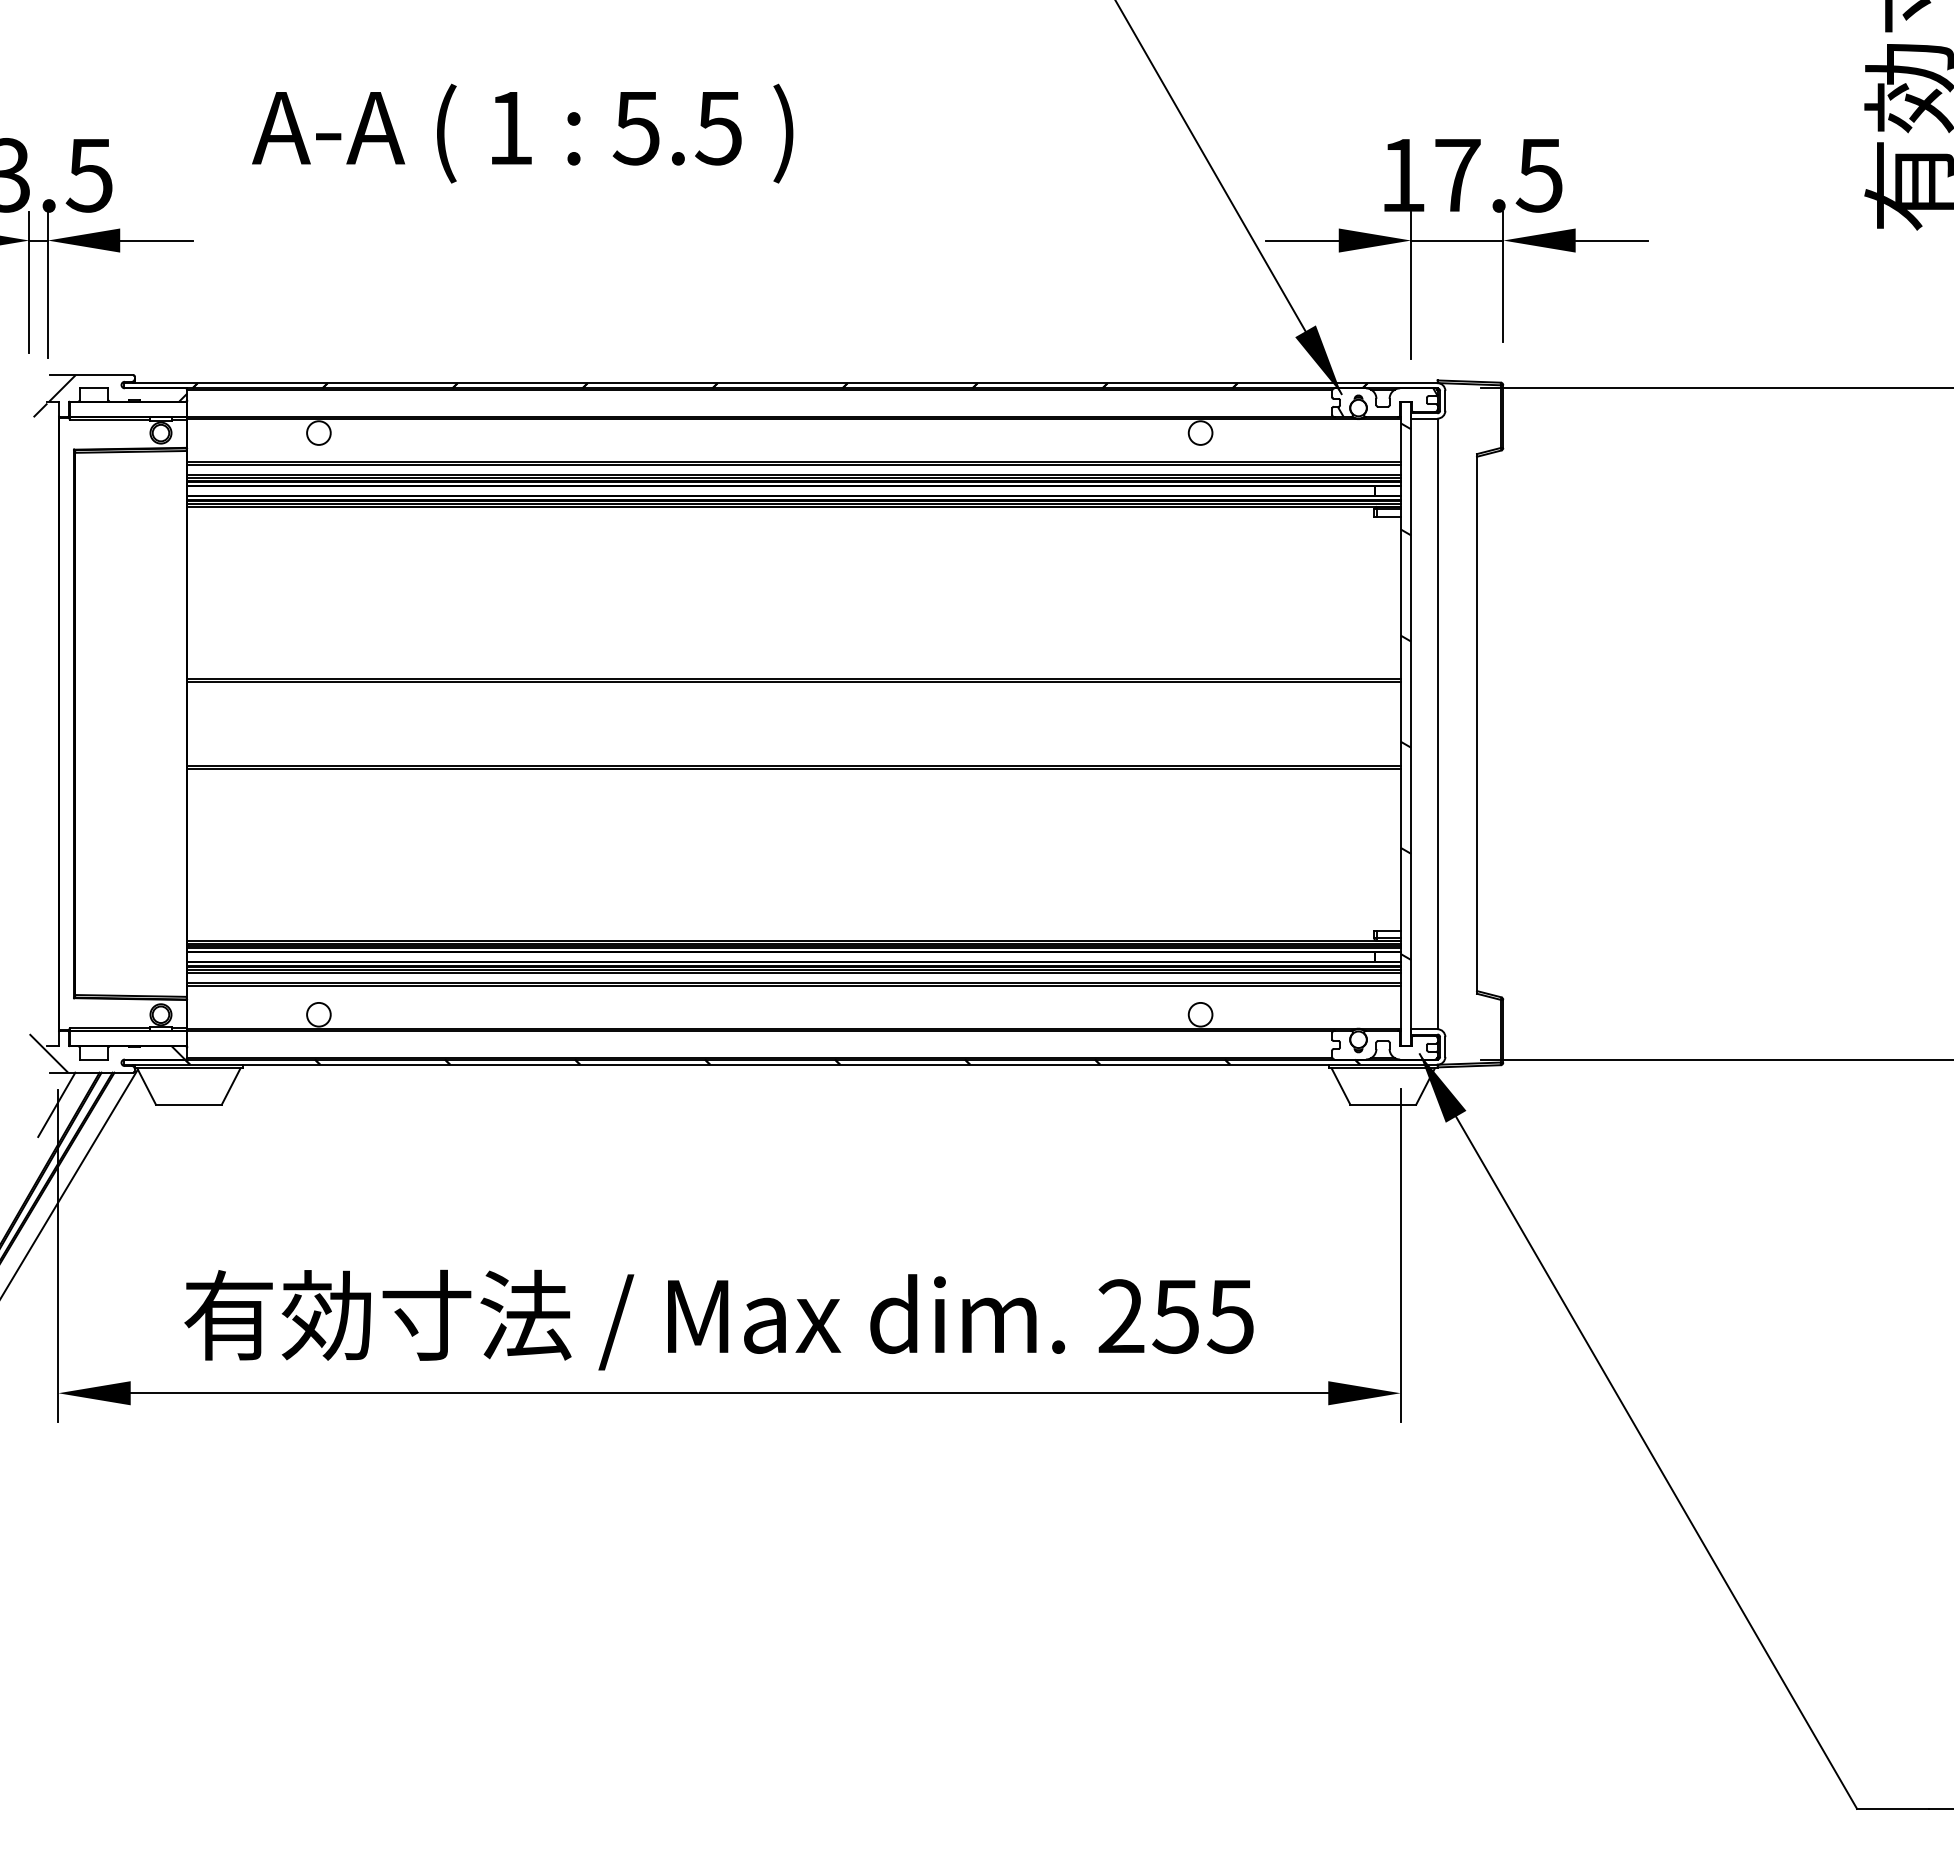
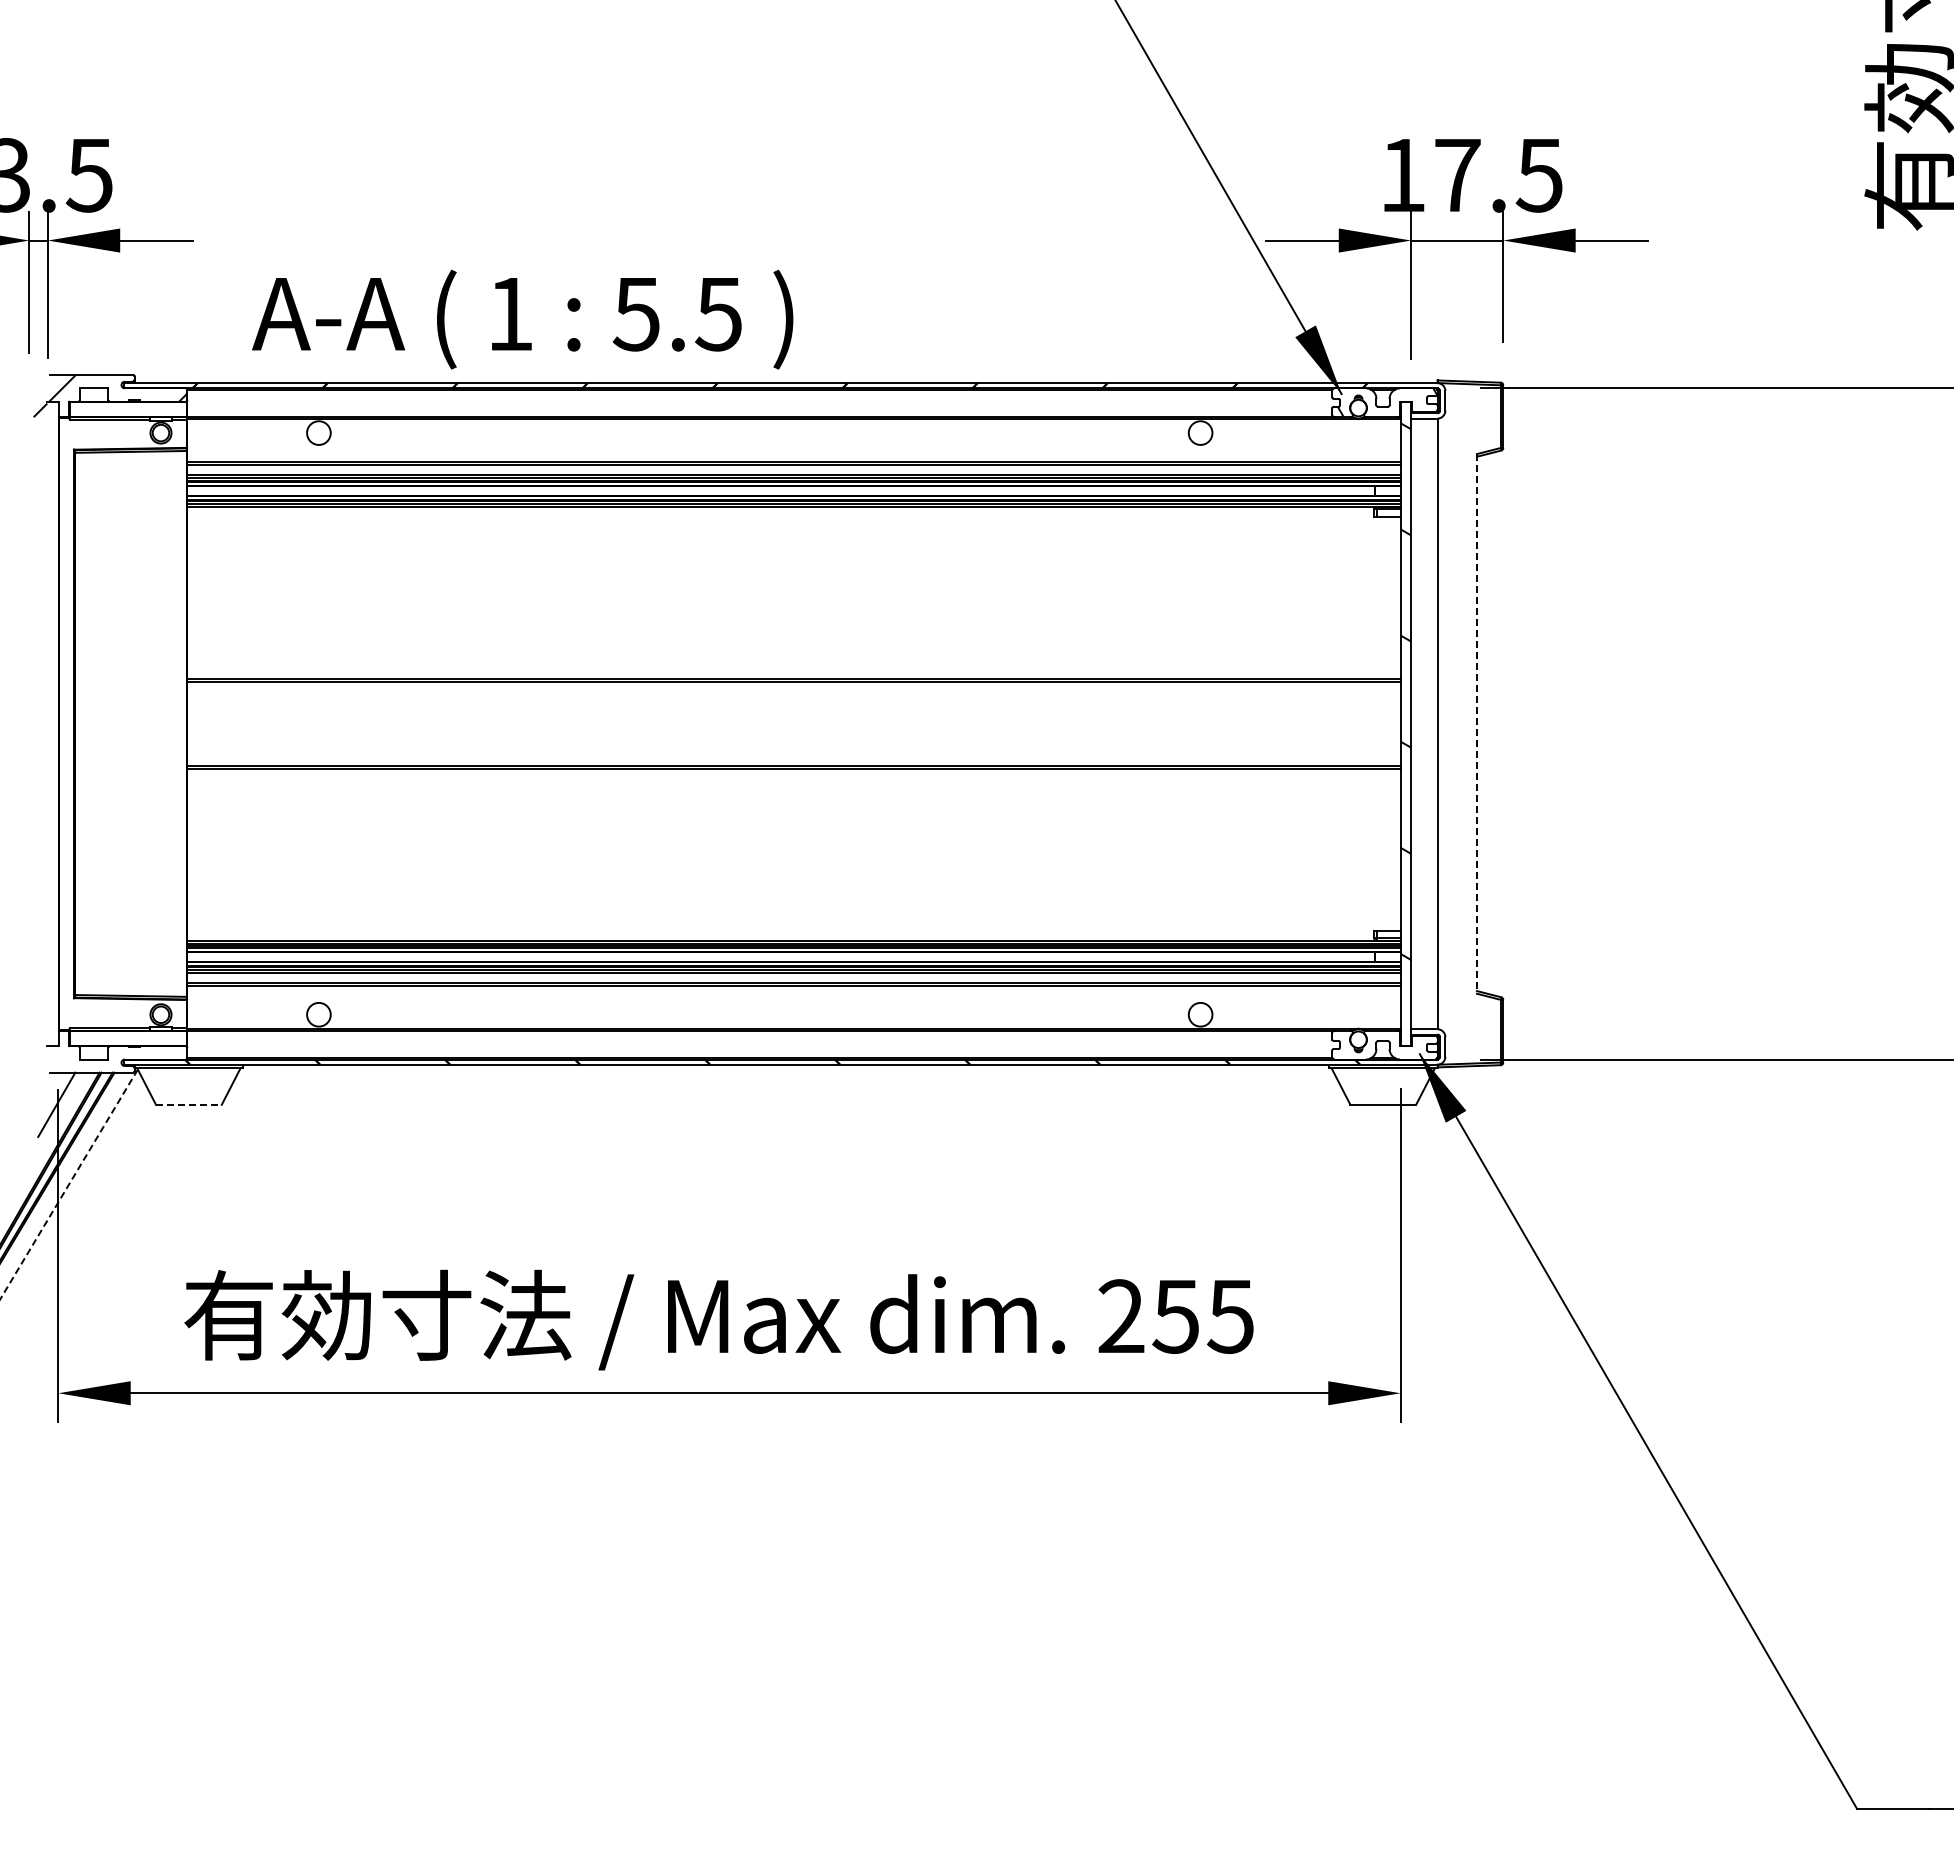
text at (522, 133) position: (522, 133) -> (522, 319)
line at (1476, 723): solid -> dashed
hatch at (106, 1053): present -> none
line at (188, 1104): solid -> dashed
line at (69, 1184): solid -> dashed
